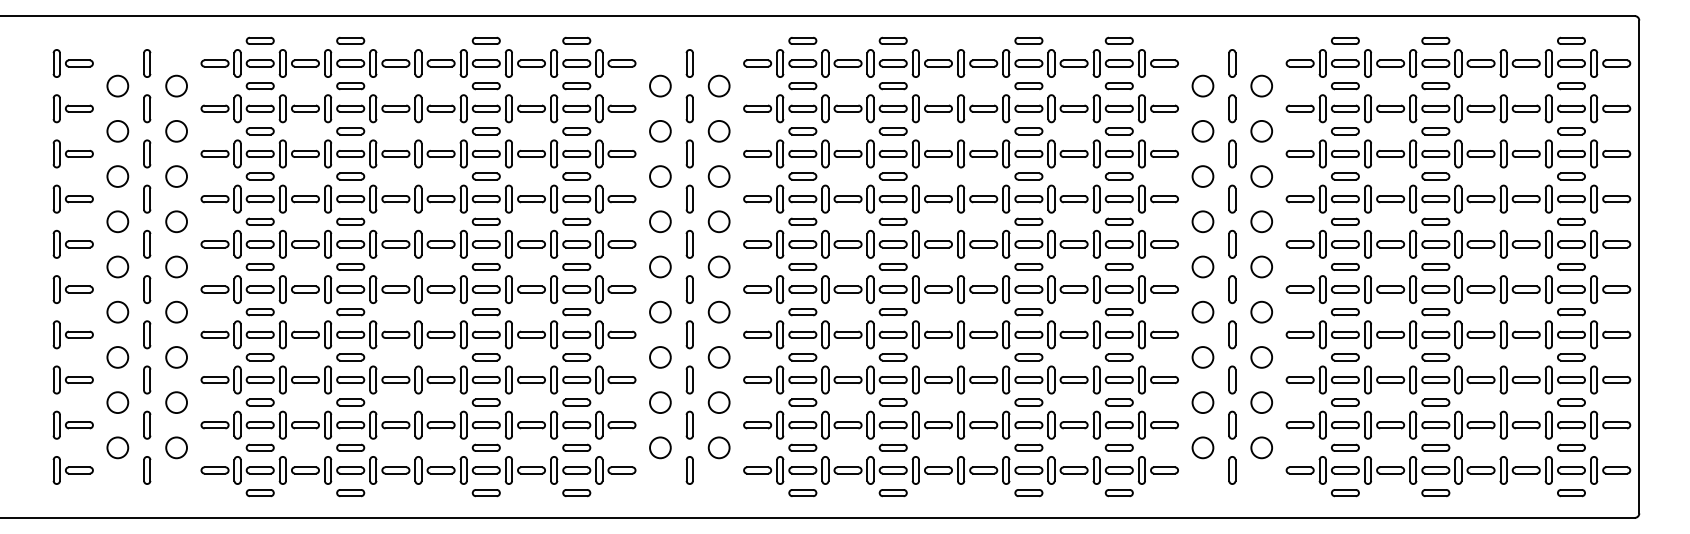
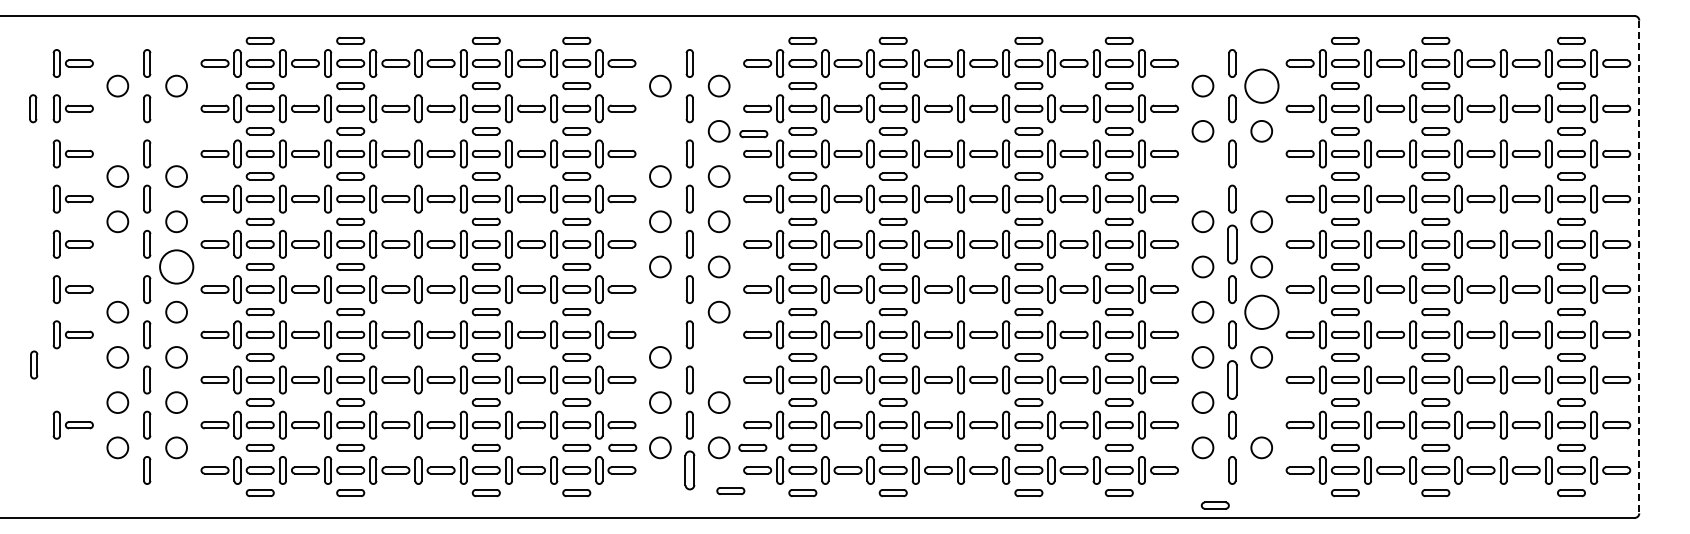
circle at (1261, 85) size: 23x24 px -> 36x36 px
part at (33, 108): none -> present
circle at (117, 131): present -> none
circle at (176, 131): present -> none
circle at (660, 131): present -> none
part at (753, 134): none -> present
circle at (1202, 176): present -> none
circle at (1261, 176): present -> none
part at (1232, 243) size: 9x30 px -> 11x41 px
circle at (117, 266): present -> none
circle at (176, 266) size: 23x24 px -> 36x36 px
line at (1639, 267): solid -> dashed
circle at (660, 311): present -> none
circle at (1261, 311) size: 23x24 px -> 36x36 px
circle at (718, 357): present -> none
part at (34, 364): none -> present
part at (72, 379): present -> none
part at (1232, 379) size: 9x30 px -> 11x40 px
circle at (1261, 402): present -> none
part at (622, 447): none -> present
part at (752, 447): none -> present
part at (72, 470): present -> none
part at (689, 470) size: 9x29 px -> 12x41 px
part at (730, 490): none -> present
part at (1214, 505): none -> present
